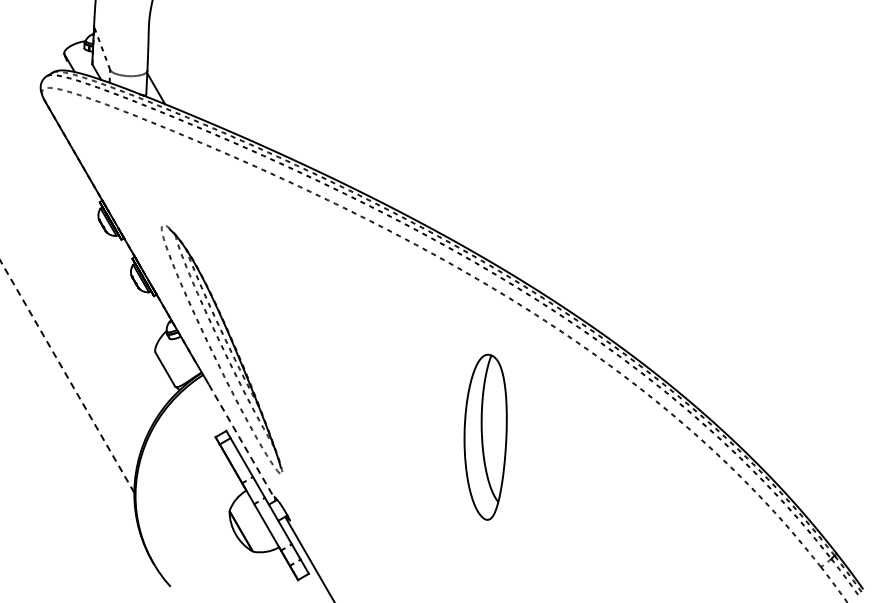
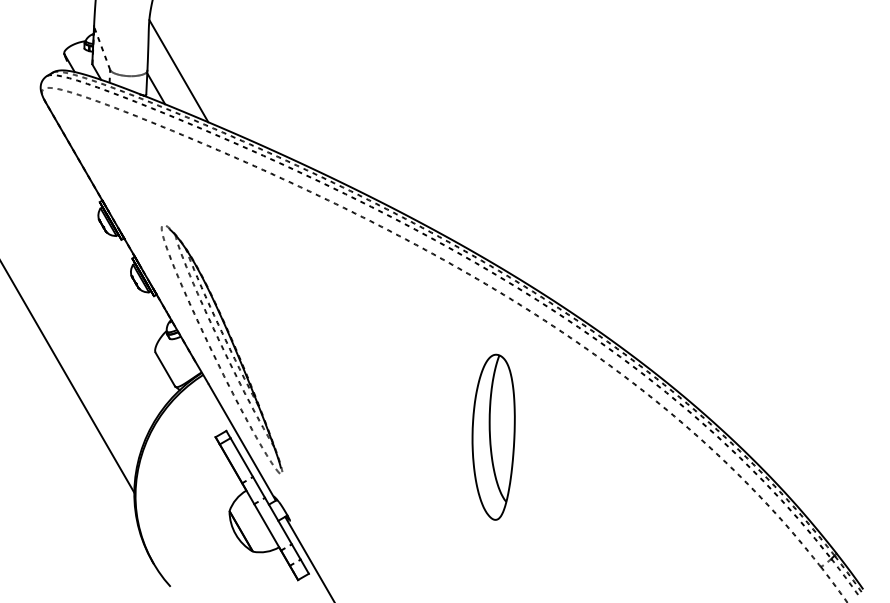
line at (178, 71): none -> present
line at (67, 376): dashed -> solid
part at (485, 436) position: (485, 436) -> (493, 436)
line at (242, 443): dashed -> solid
